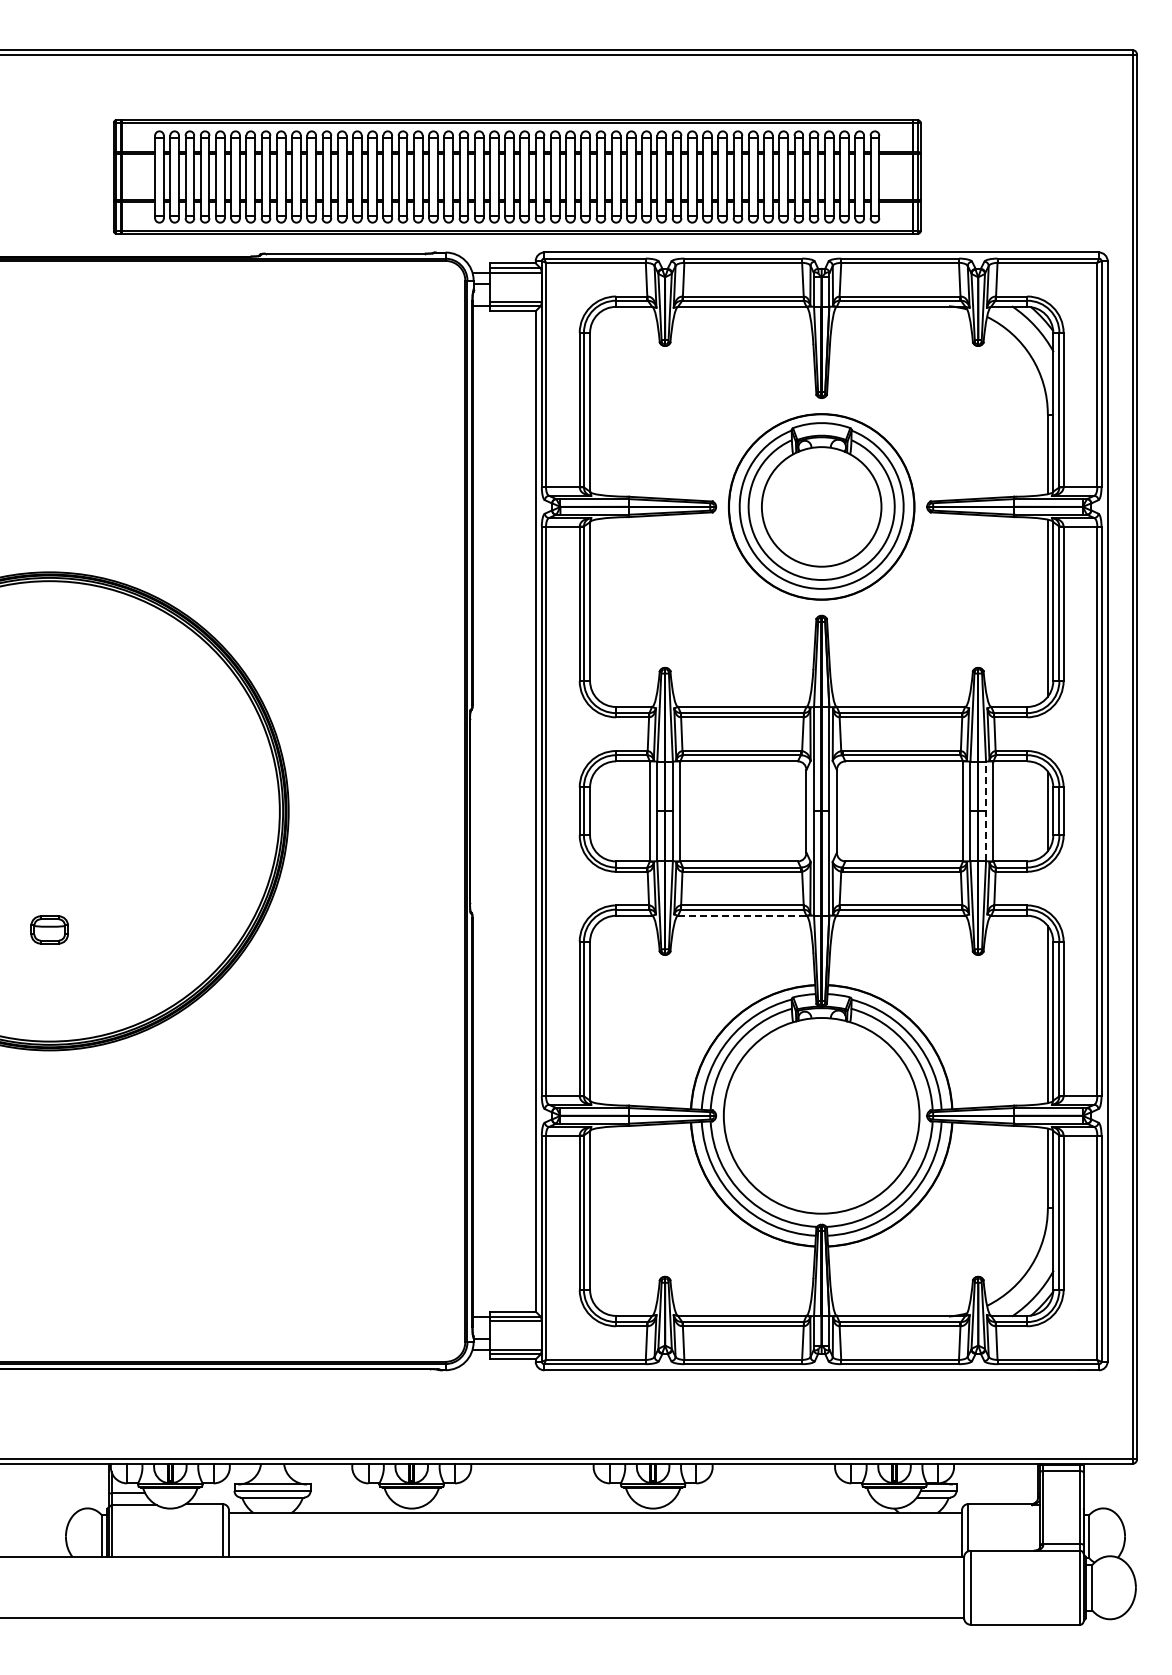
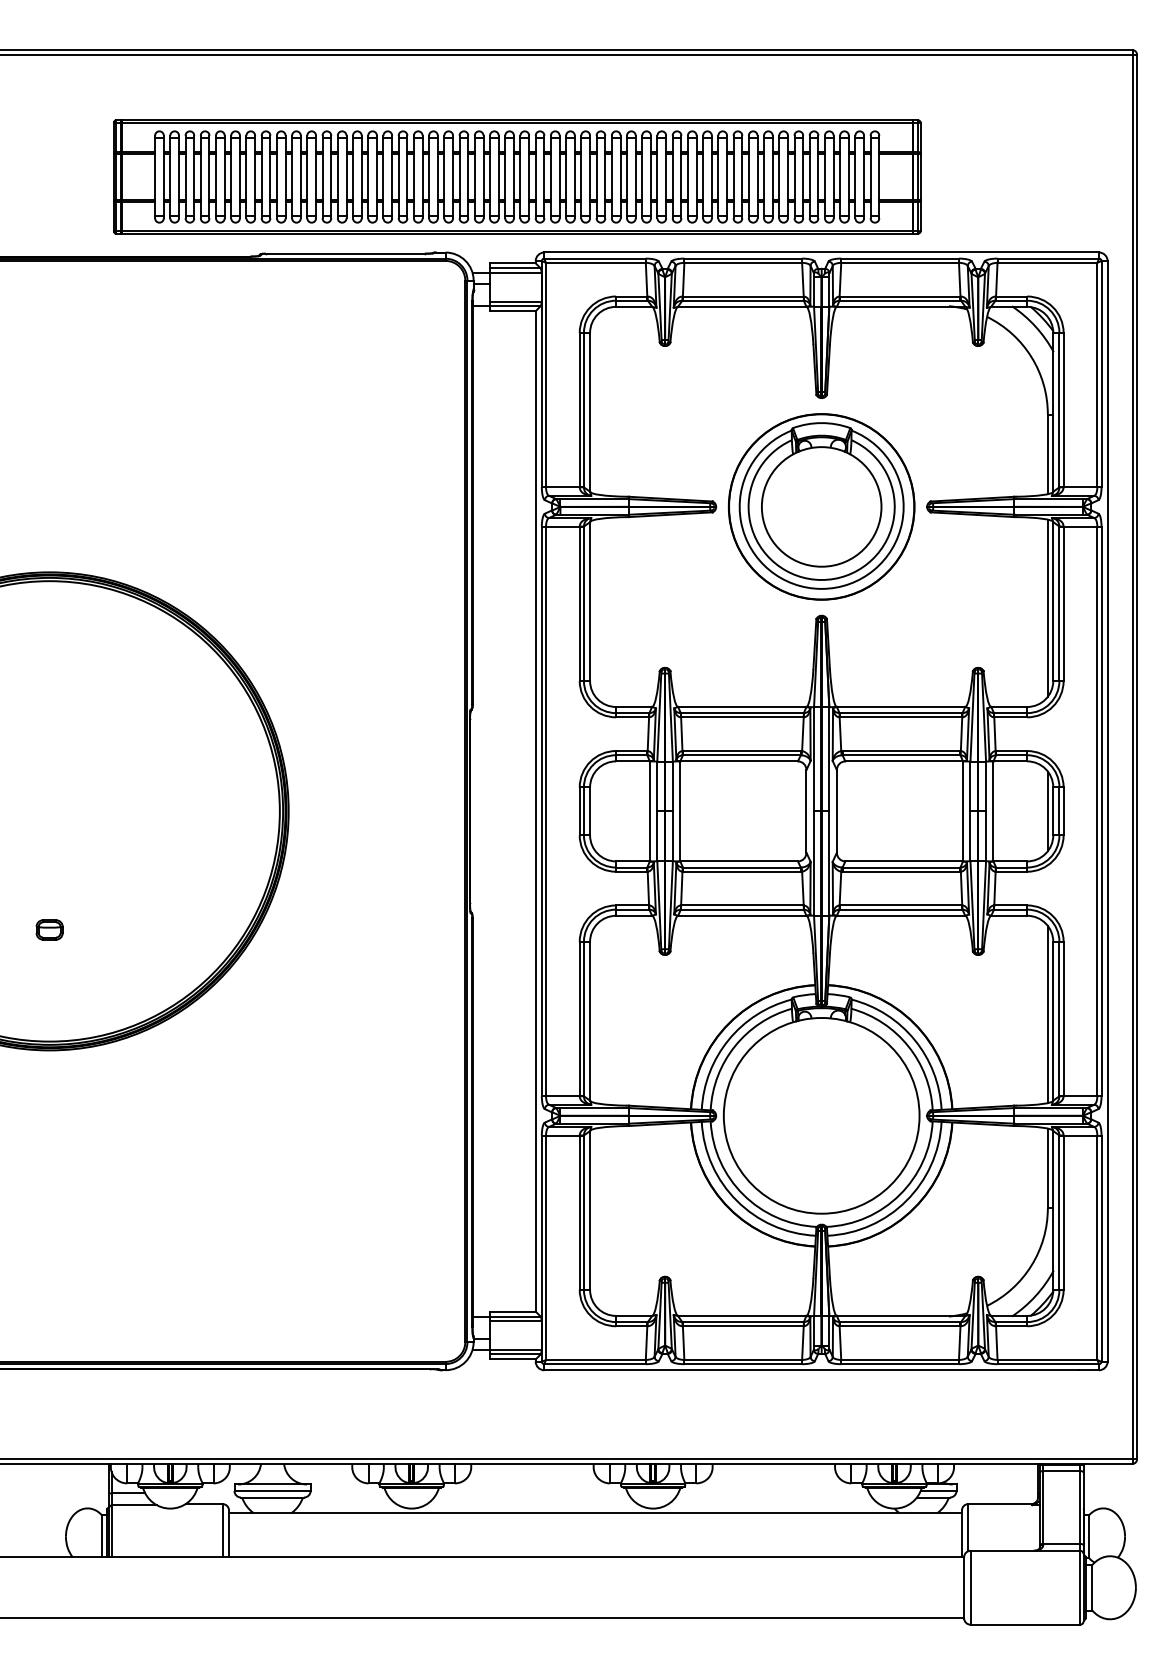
line at (986, 811): dashed -> solid
line at (742, 915): dashed -> solid
part at (49, 929) size: 39x30 px -> 29x22 px
